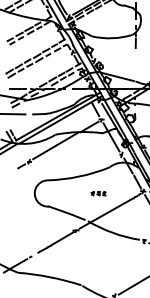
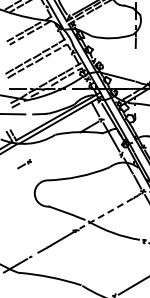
line at (55, 146): present -> none
part at (98, 193): present -> none
line at (106, 213): solid -> dashed
